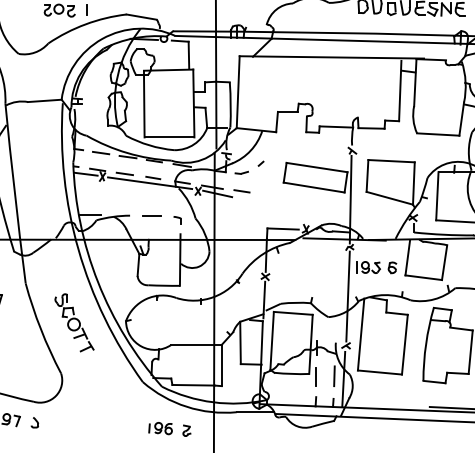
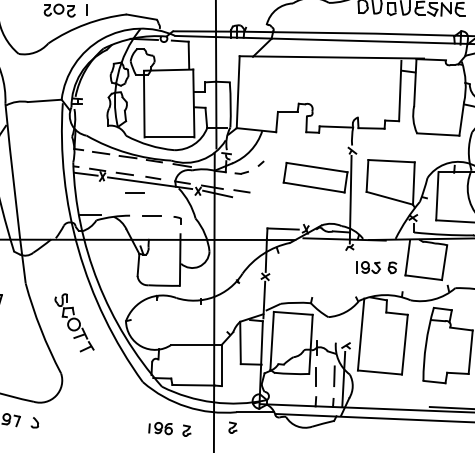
line at (134, 192): none -> present
line at (347, 296): present -> none
part at (232, 427): none -> present
